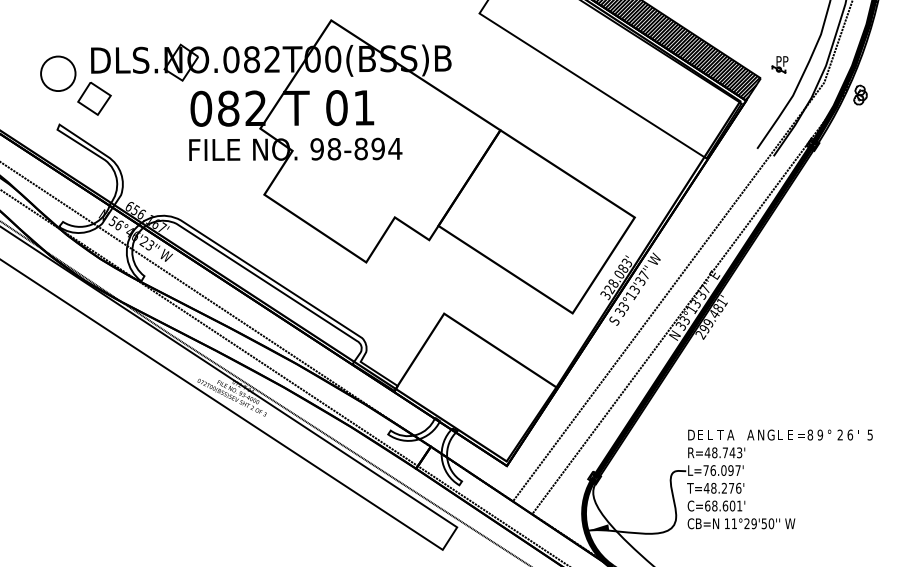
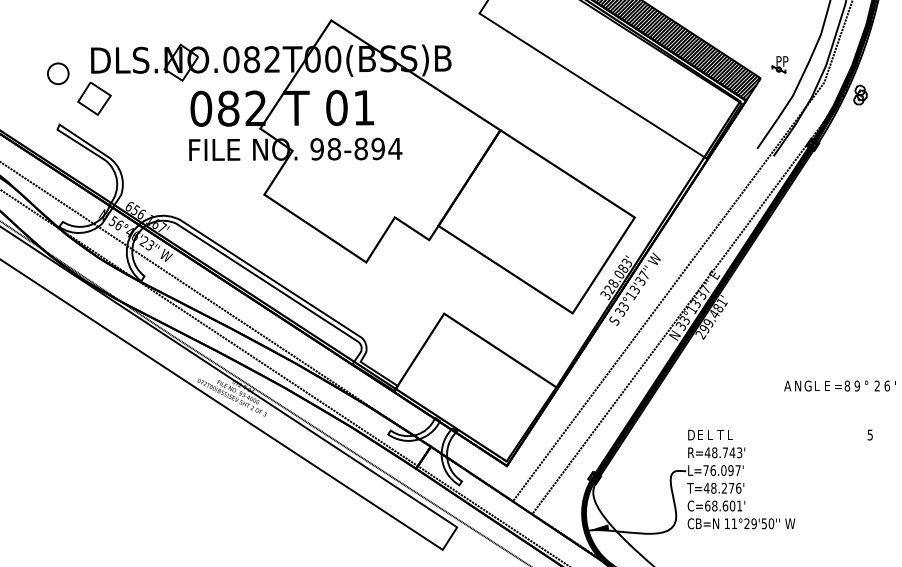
circle at (58, 73) diameter: 34 px -> 21 px
text at (730, 434): A -> L
text at (802, 434) position: (802, 434) -> (839, 385)
